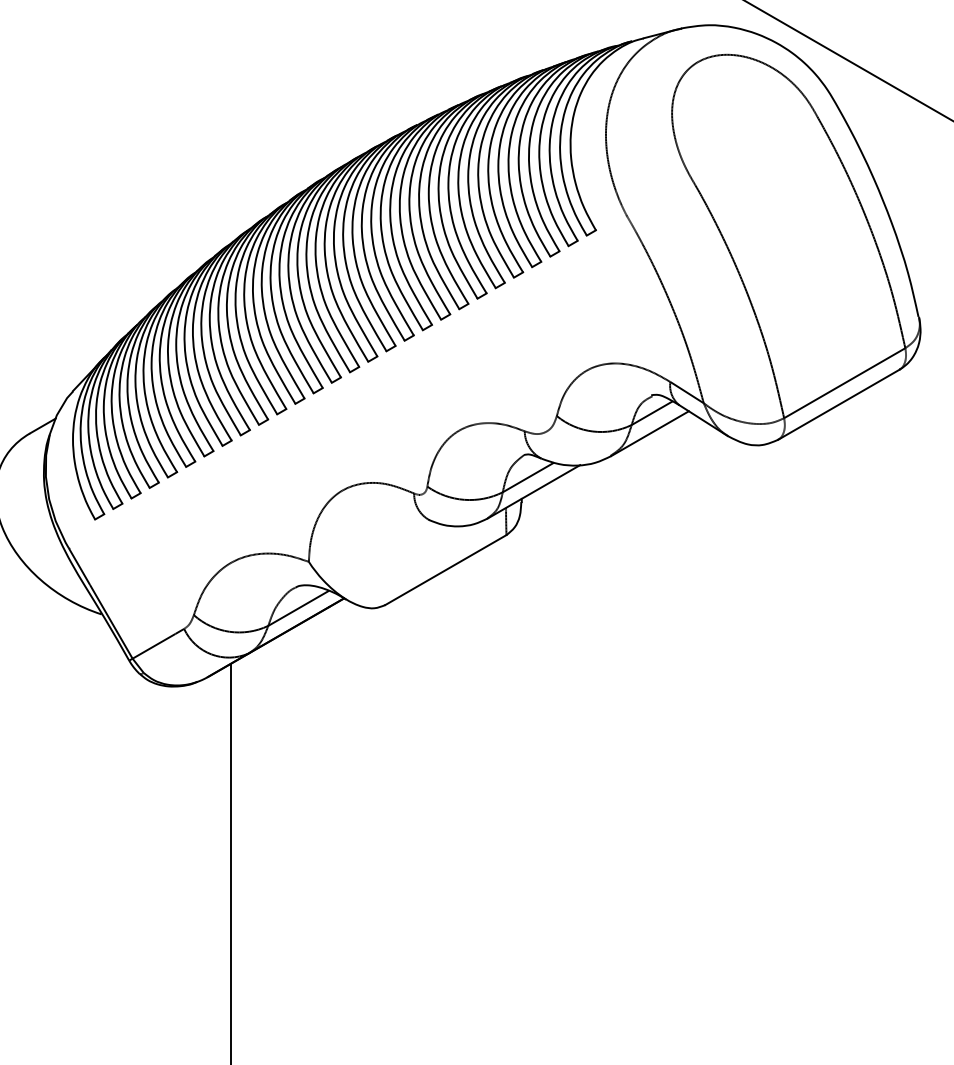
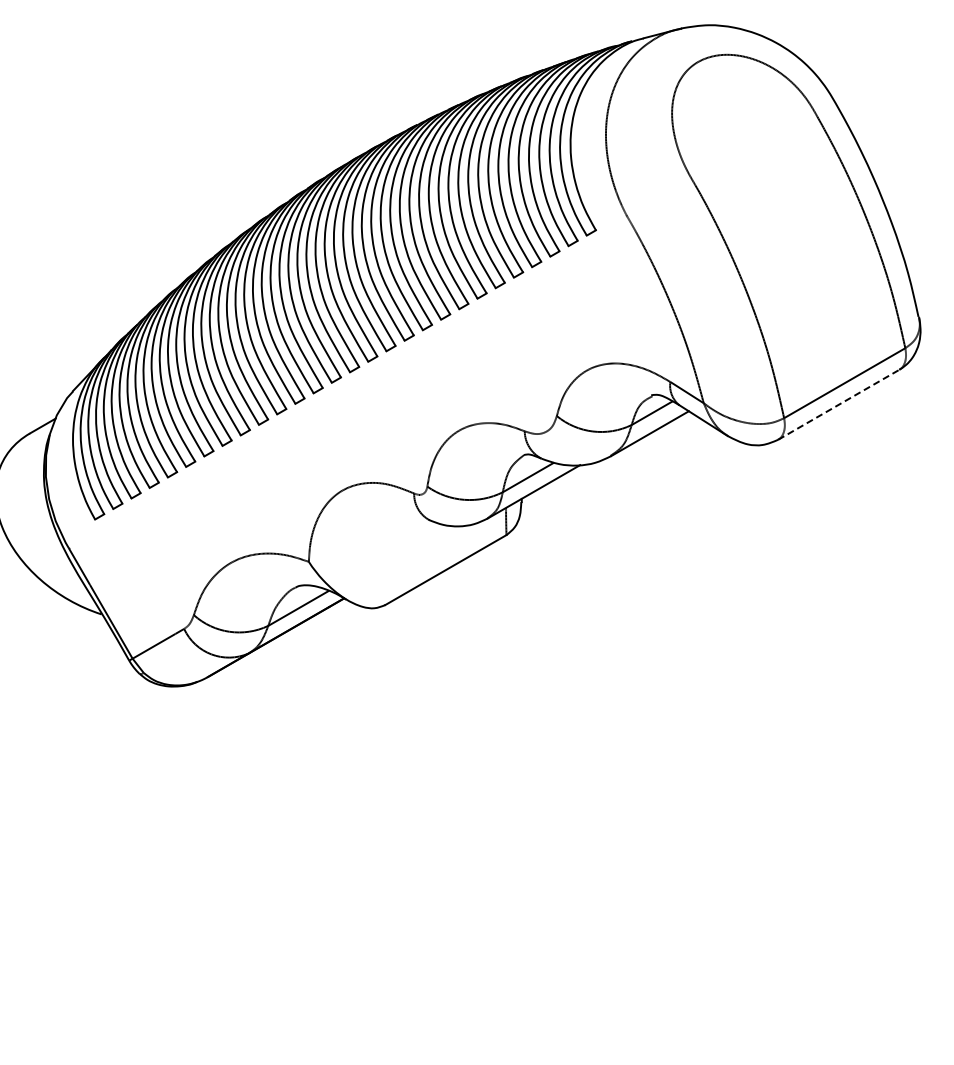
line at (848, 60): present -> none
line at (838, 404): solid -> dashed
line at (231, 862): present -> none
